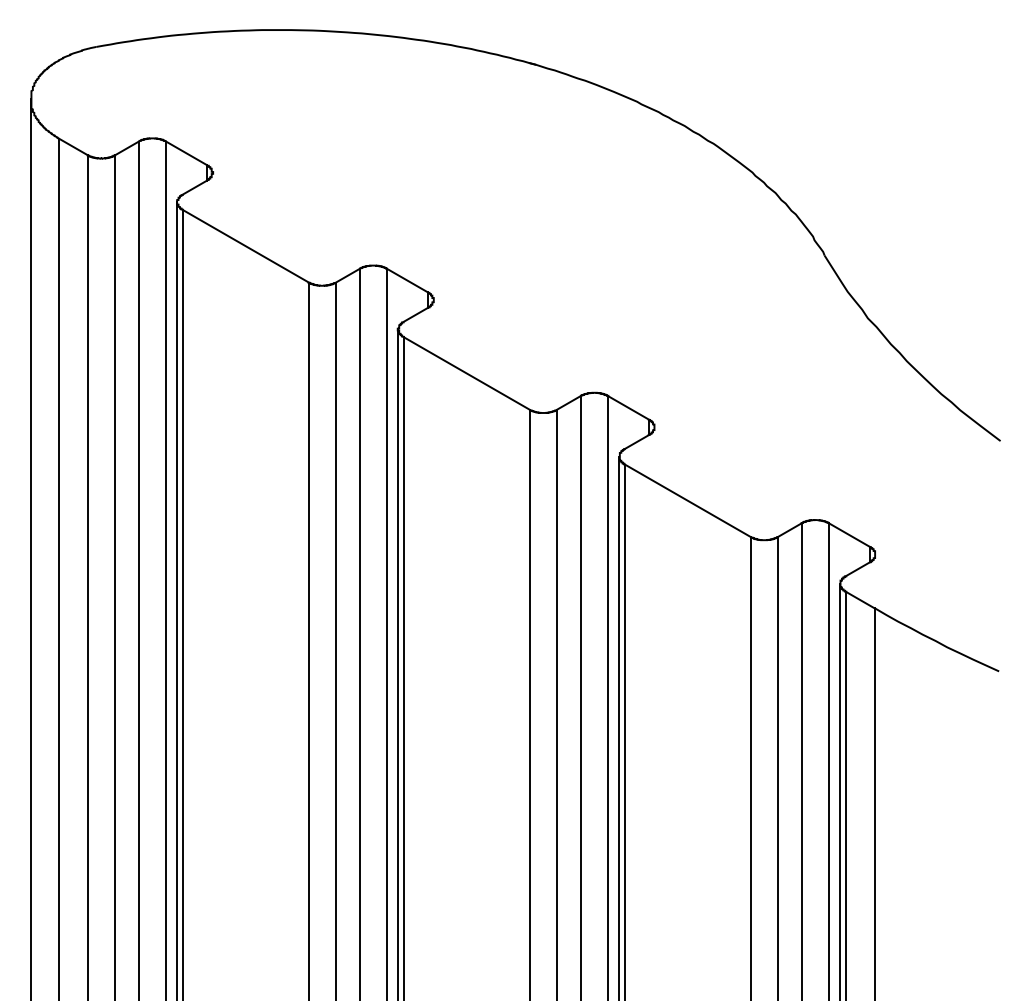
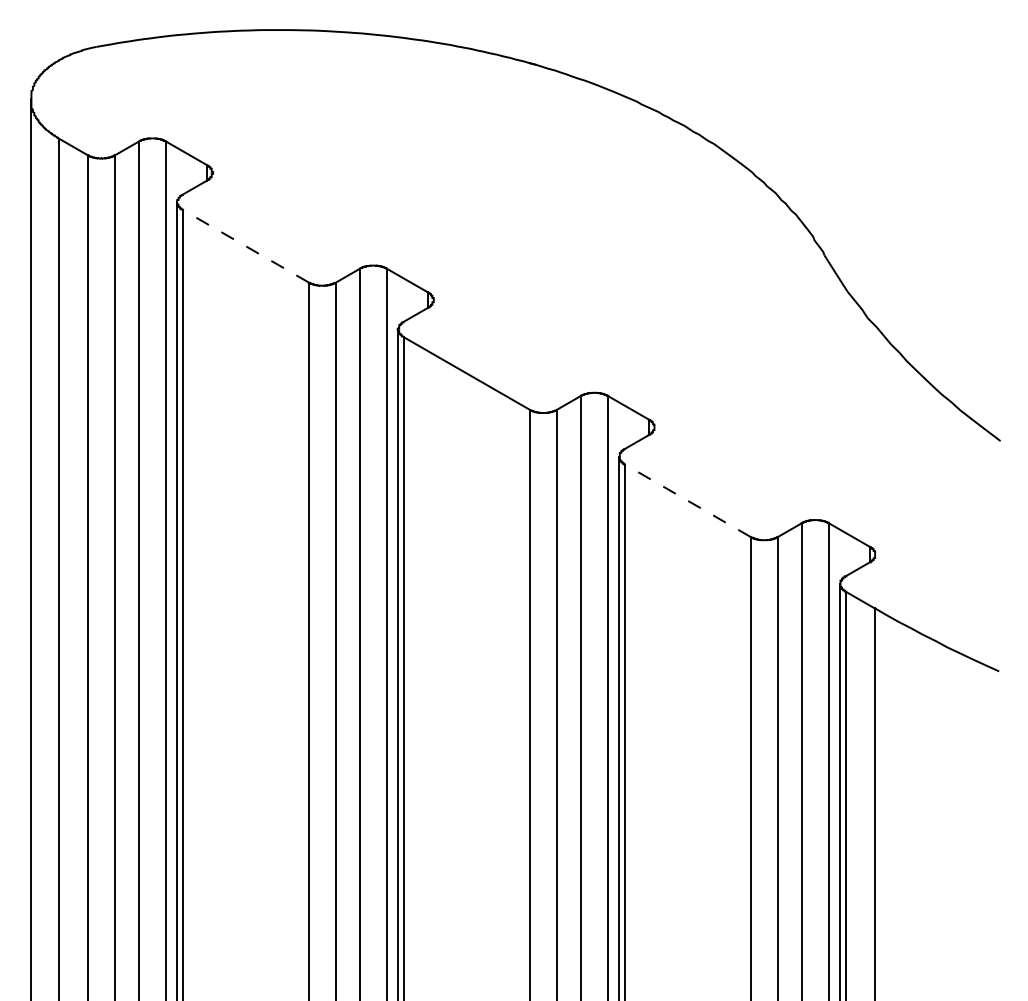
line at (245, 246): solid -> dashed
line at (687, 500): solid -> dashed
